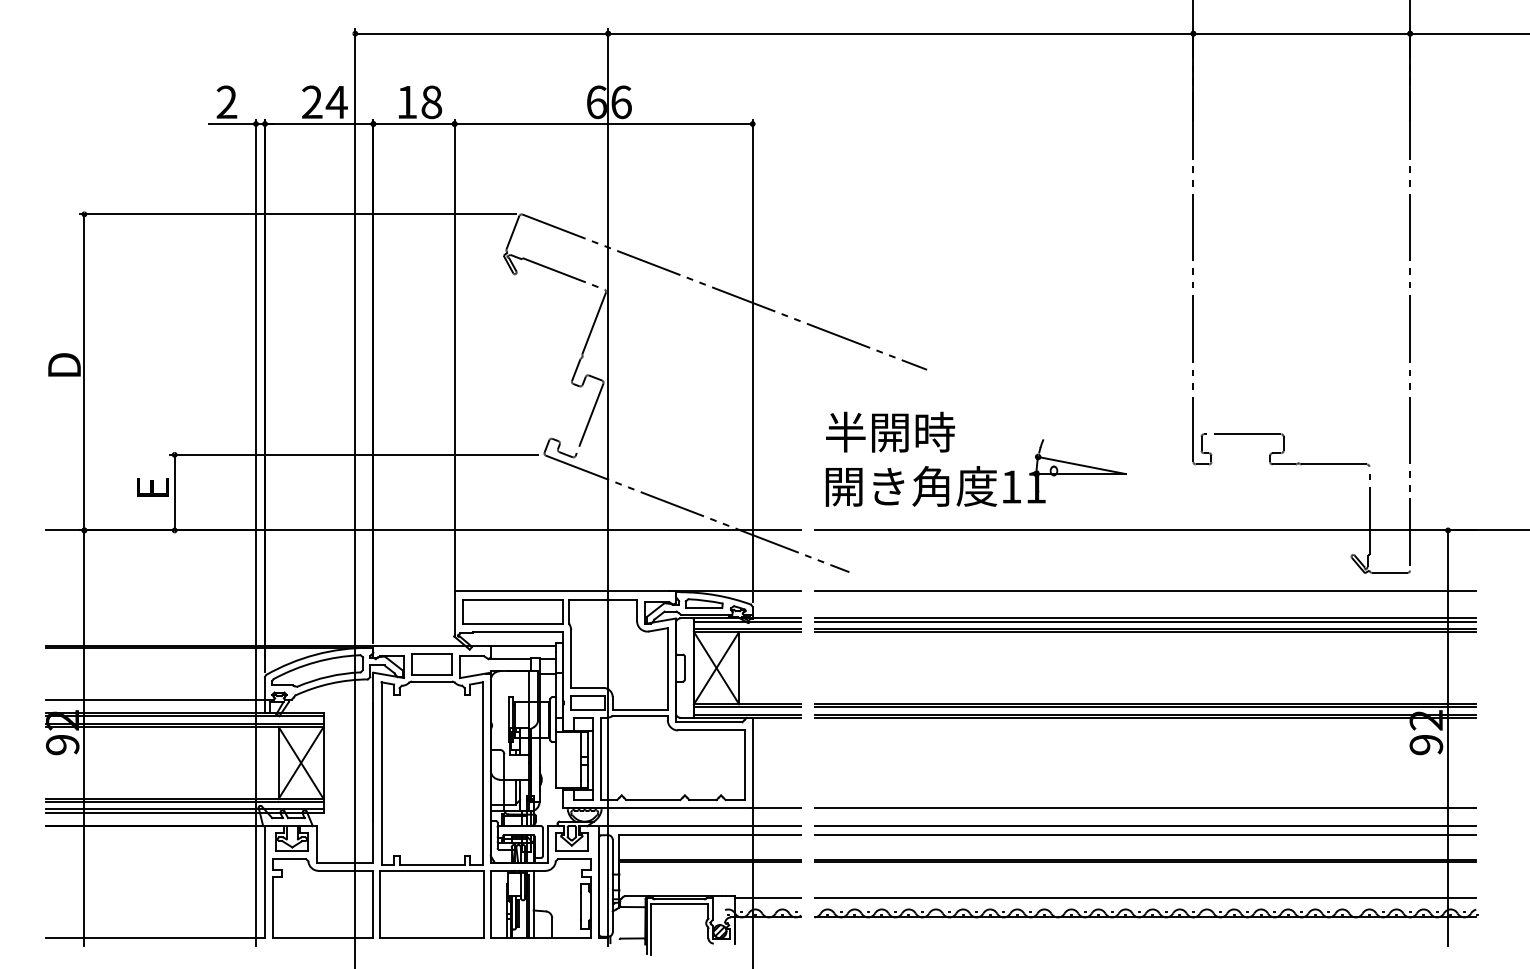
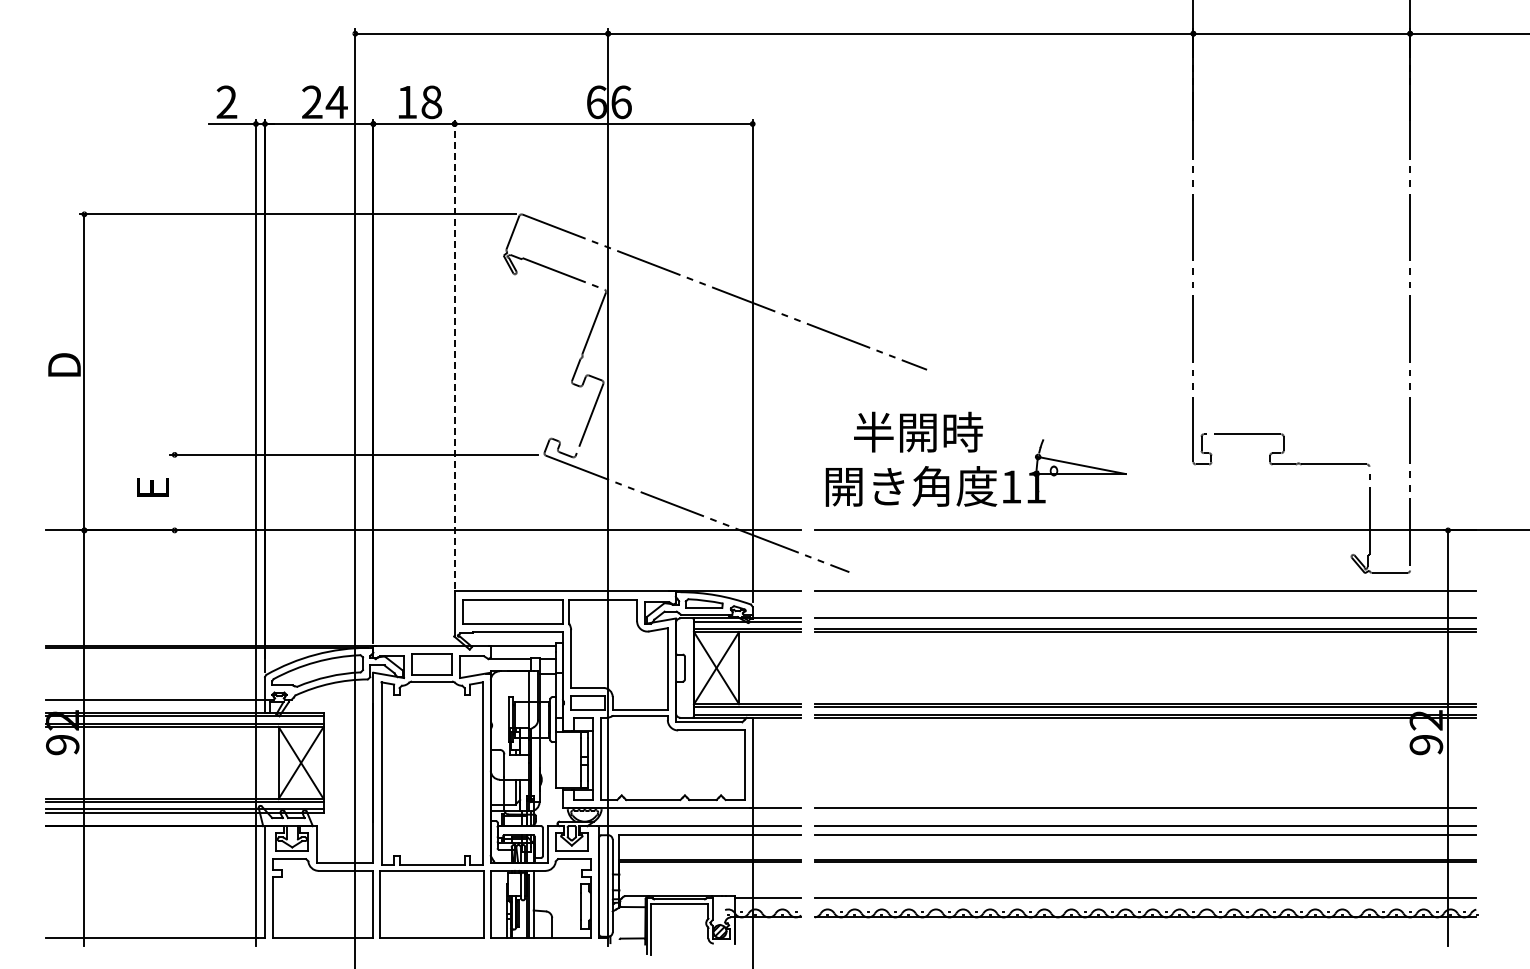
line at (454, 354): solid -> dashed
text at (890, 431) position: (890, 431) -> (918, 431)
line at (174, 492): present -> none
line at (1145, 621): present -> none
